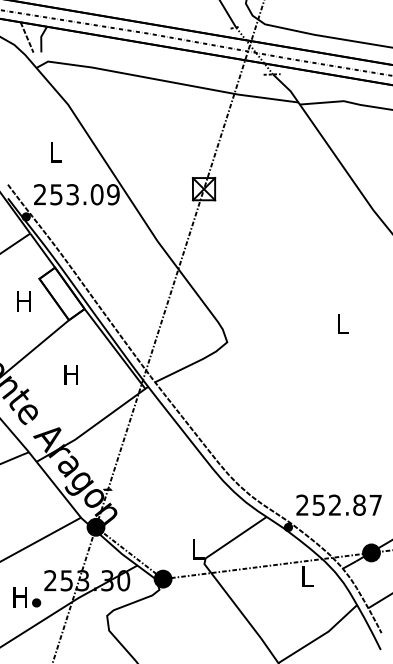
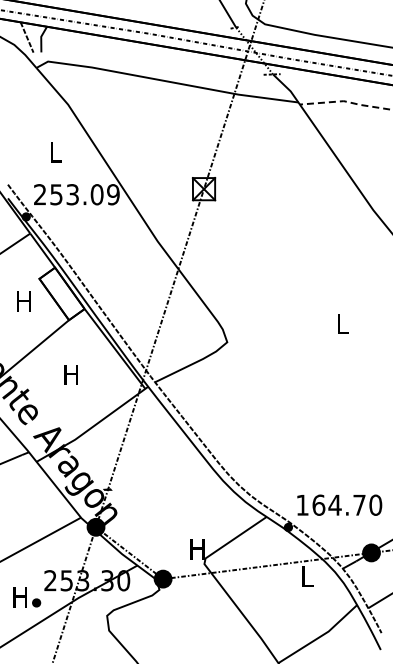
line at (345, 101): solid -> dashed
text at (339, 504): 252.87 -> 164.70
text at (197, 549): L -> H
